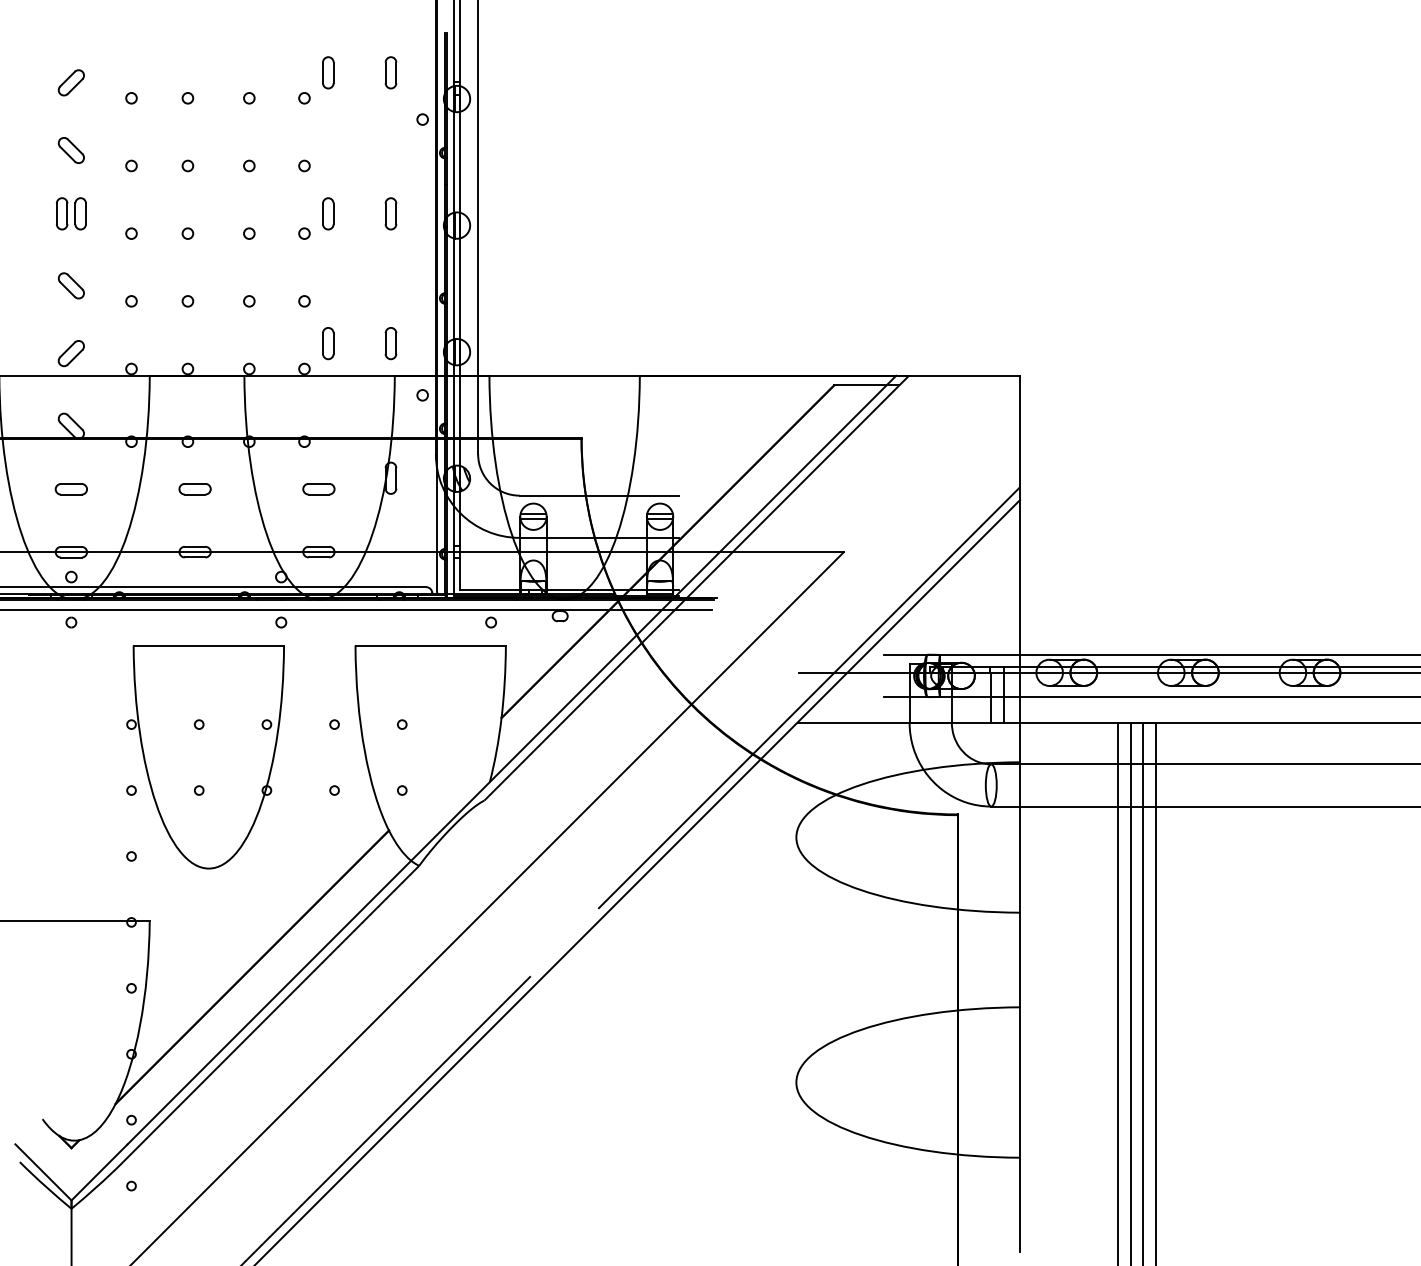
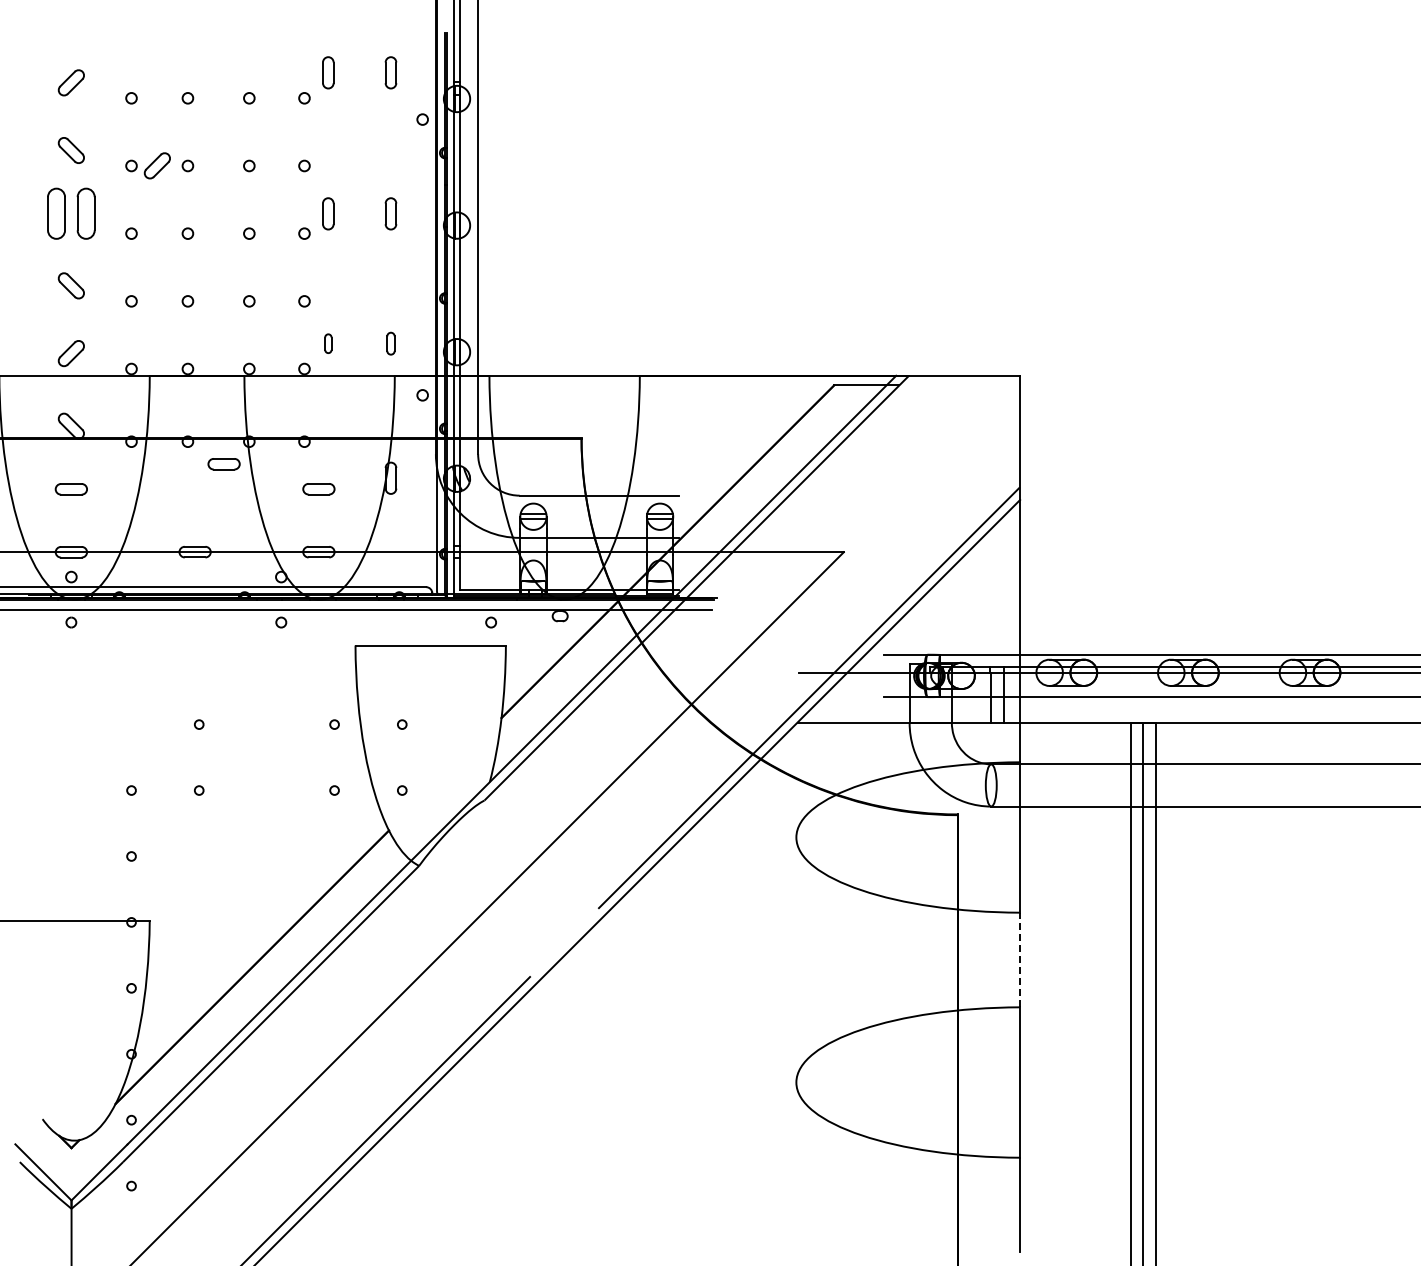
part at (156, 165): none -> present
part at (71, 213) size: 31x34 px -> 49x53 px
part at (328, 343) size: 13x34 px -> 9x21 px
part at (390, 343) size: 14x34 px -> 10x25 px
part at (194, 489) position: (194, 489) -> (223, 464)
part at (205, 757): present -> none
line at (1020, 959): solid -> dashed
line at (1118, 992): present -> none
